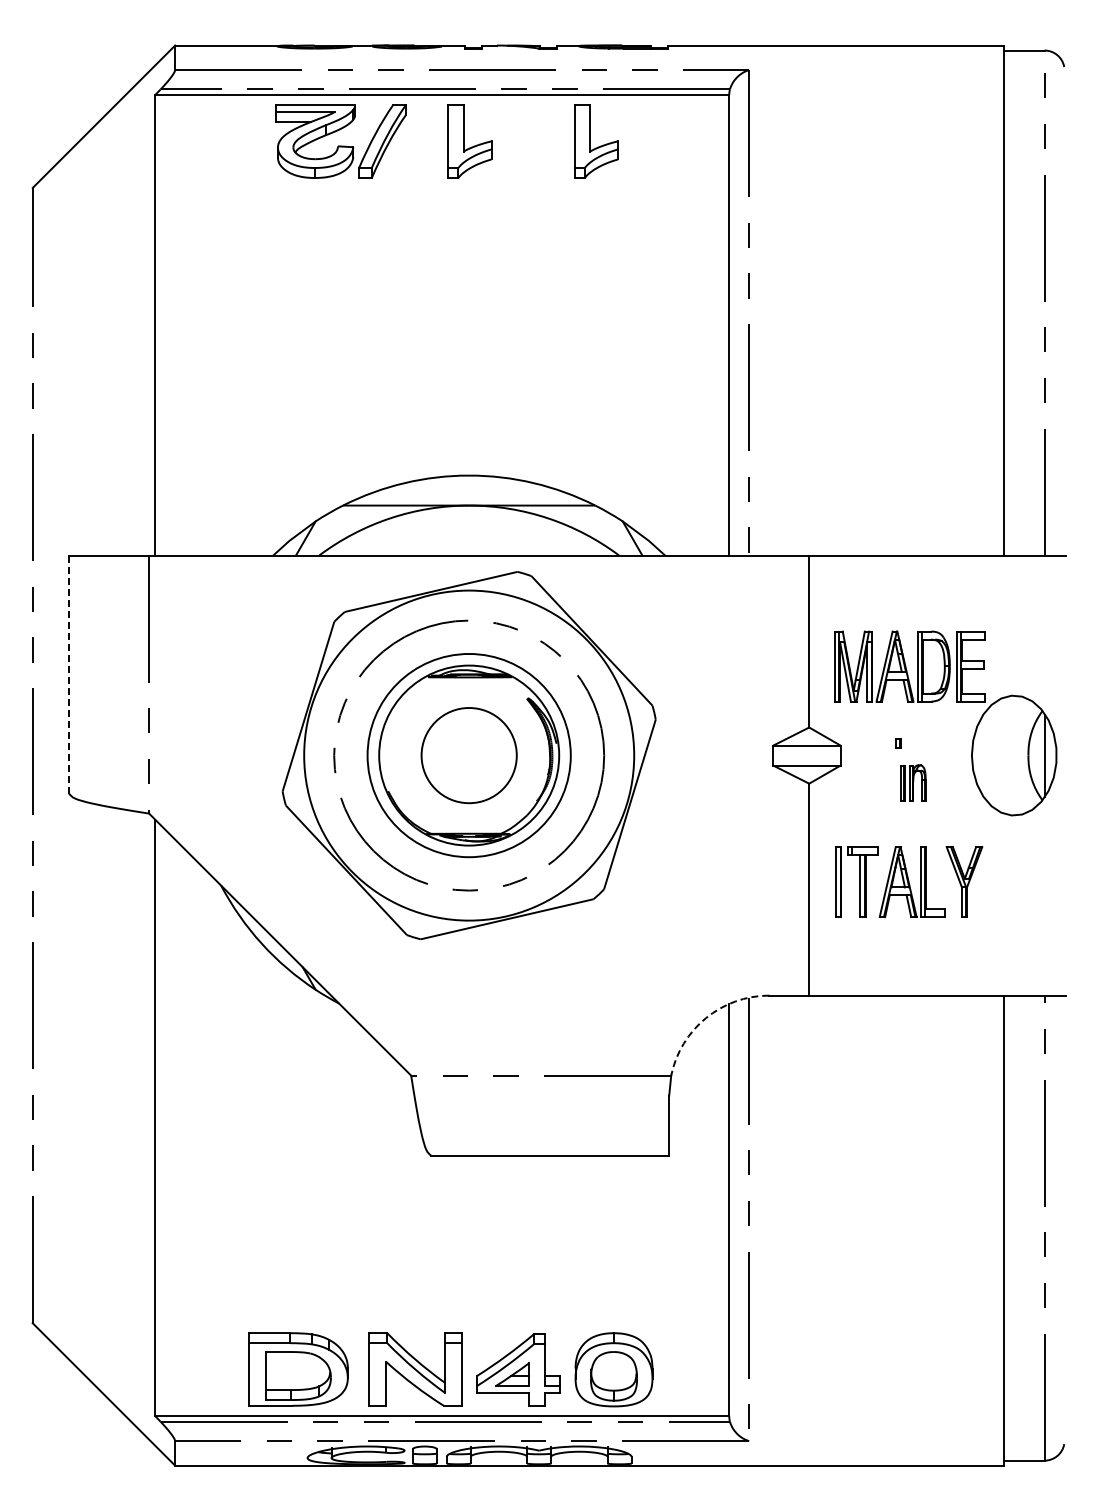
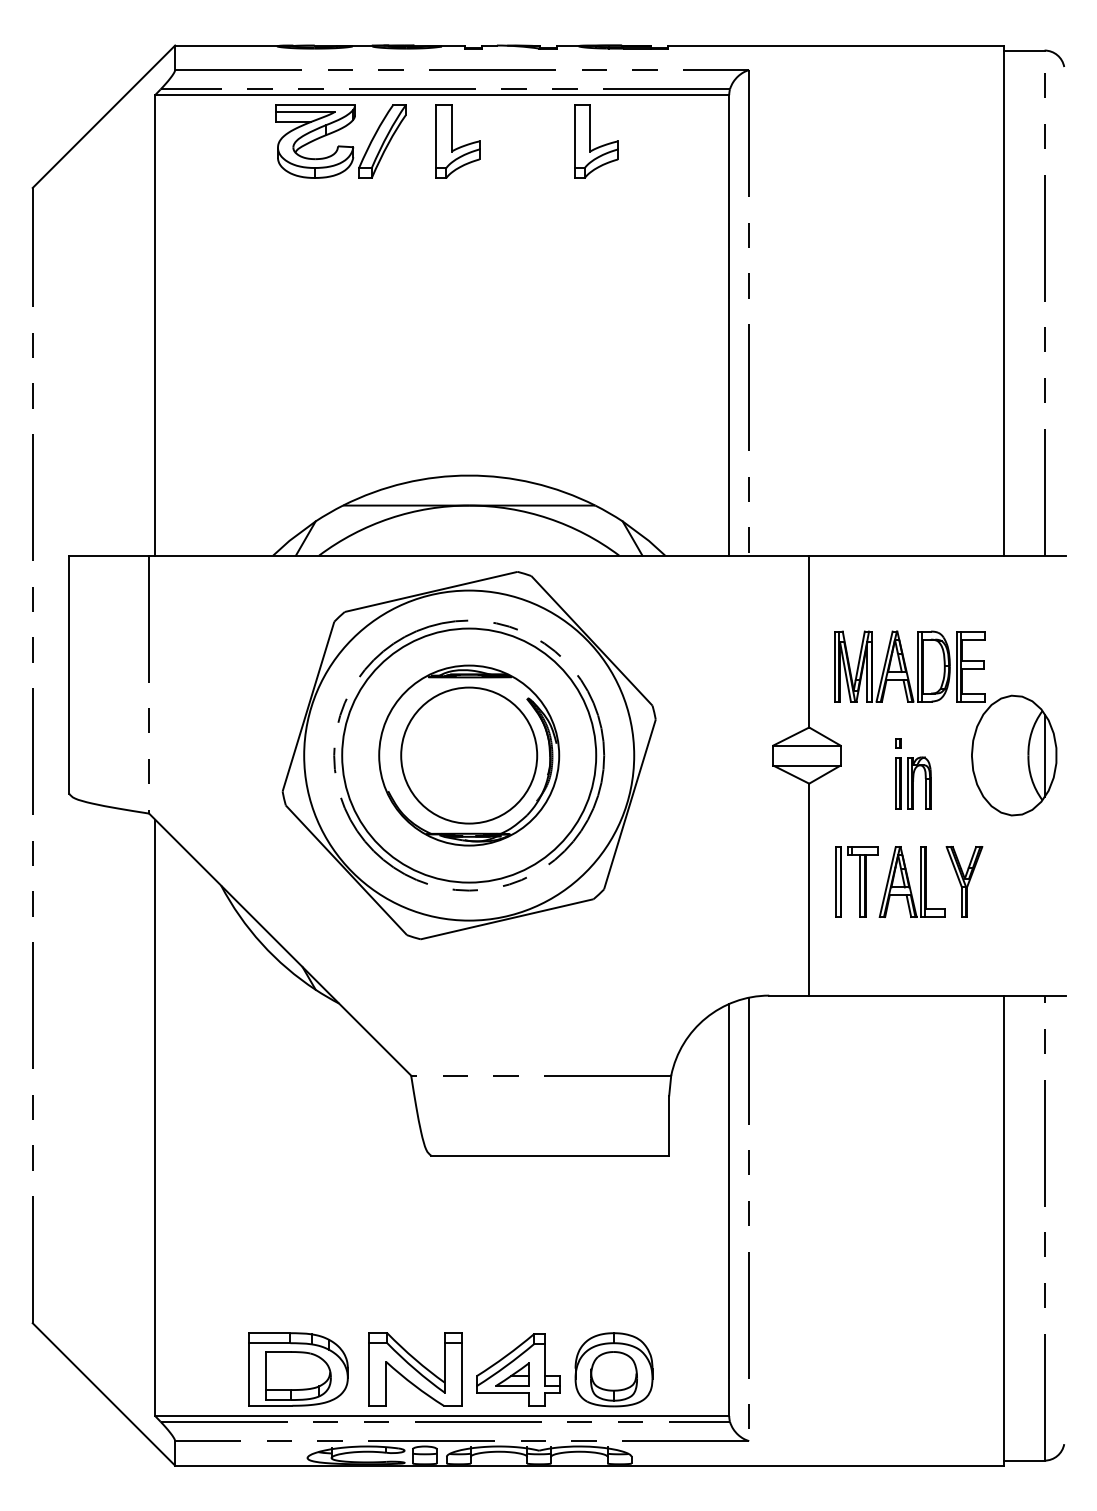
part at (469, 141) position: (469, 141) -> (457, 141)
line at (69, 675): dashed -> solid
circle at (468, 755) diameter: 203 px -> 254 px
circle at (468, 755) diameter: 95 px -> 136 px
part at (913, 782) size: 27x38 px -> 37x54 px
arc at (705, 1018): dashed -> solid
